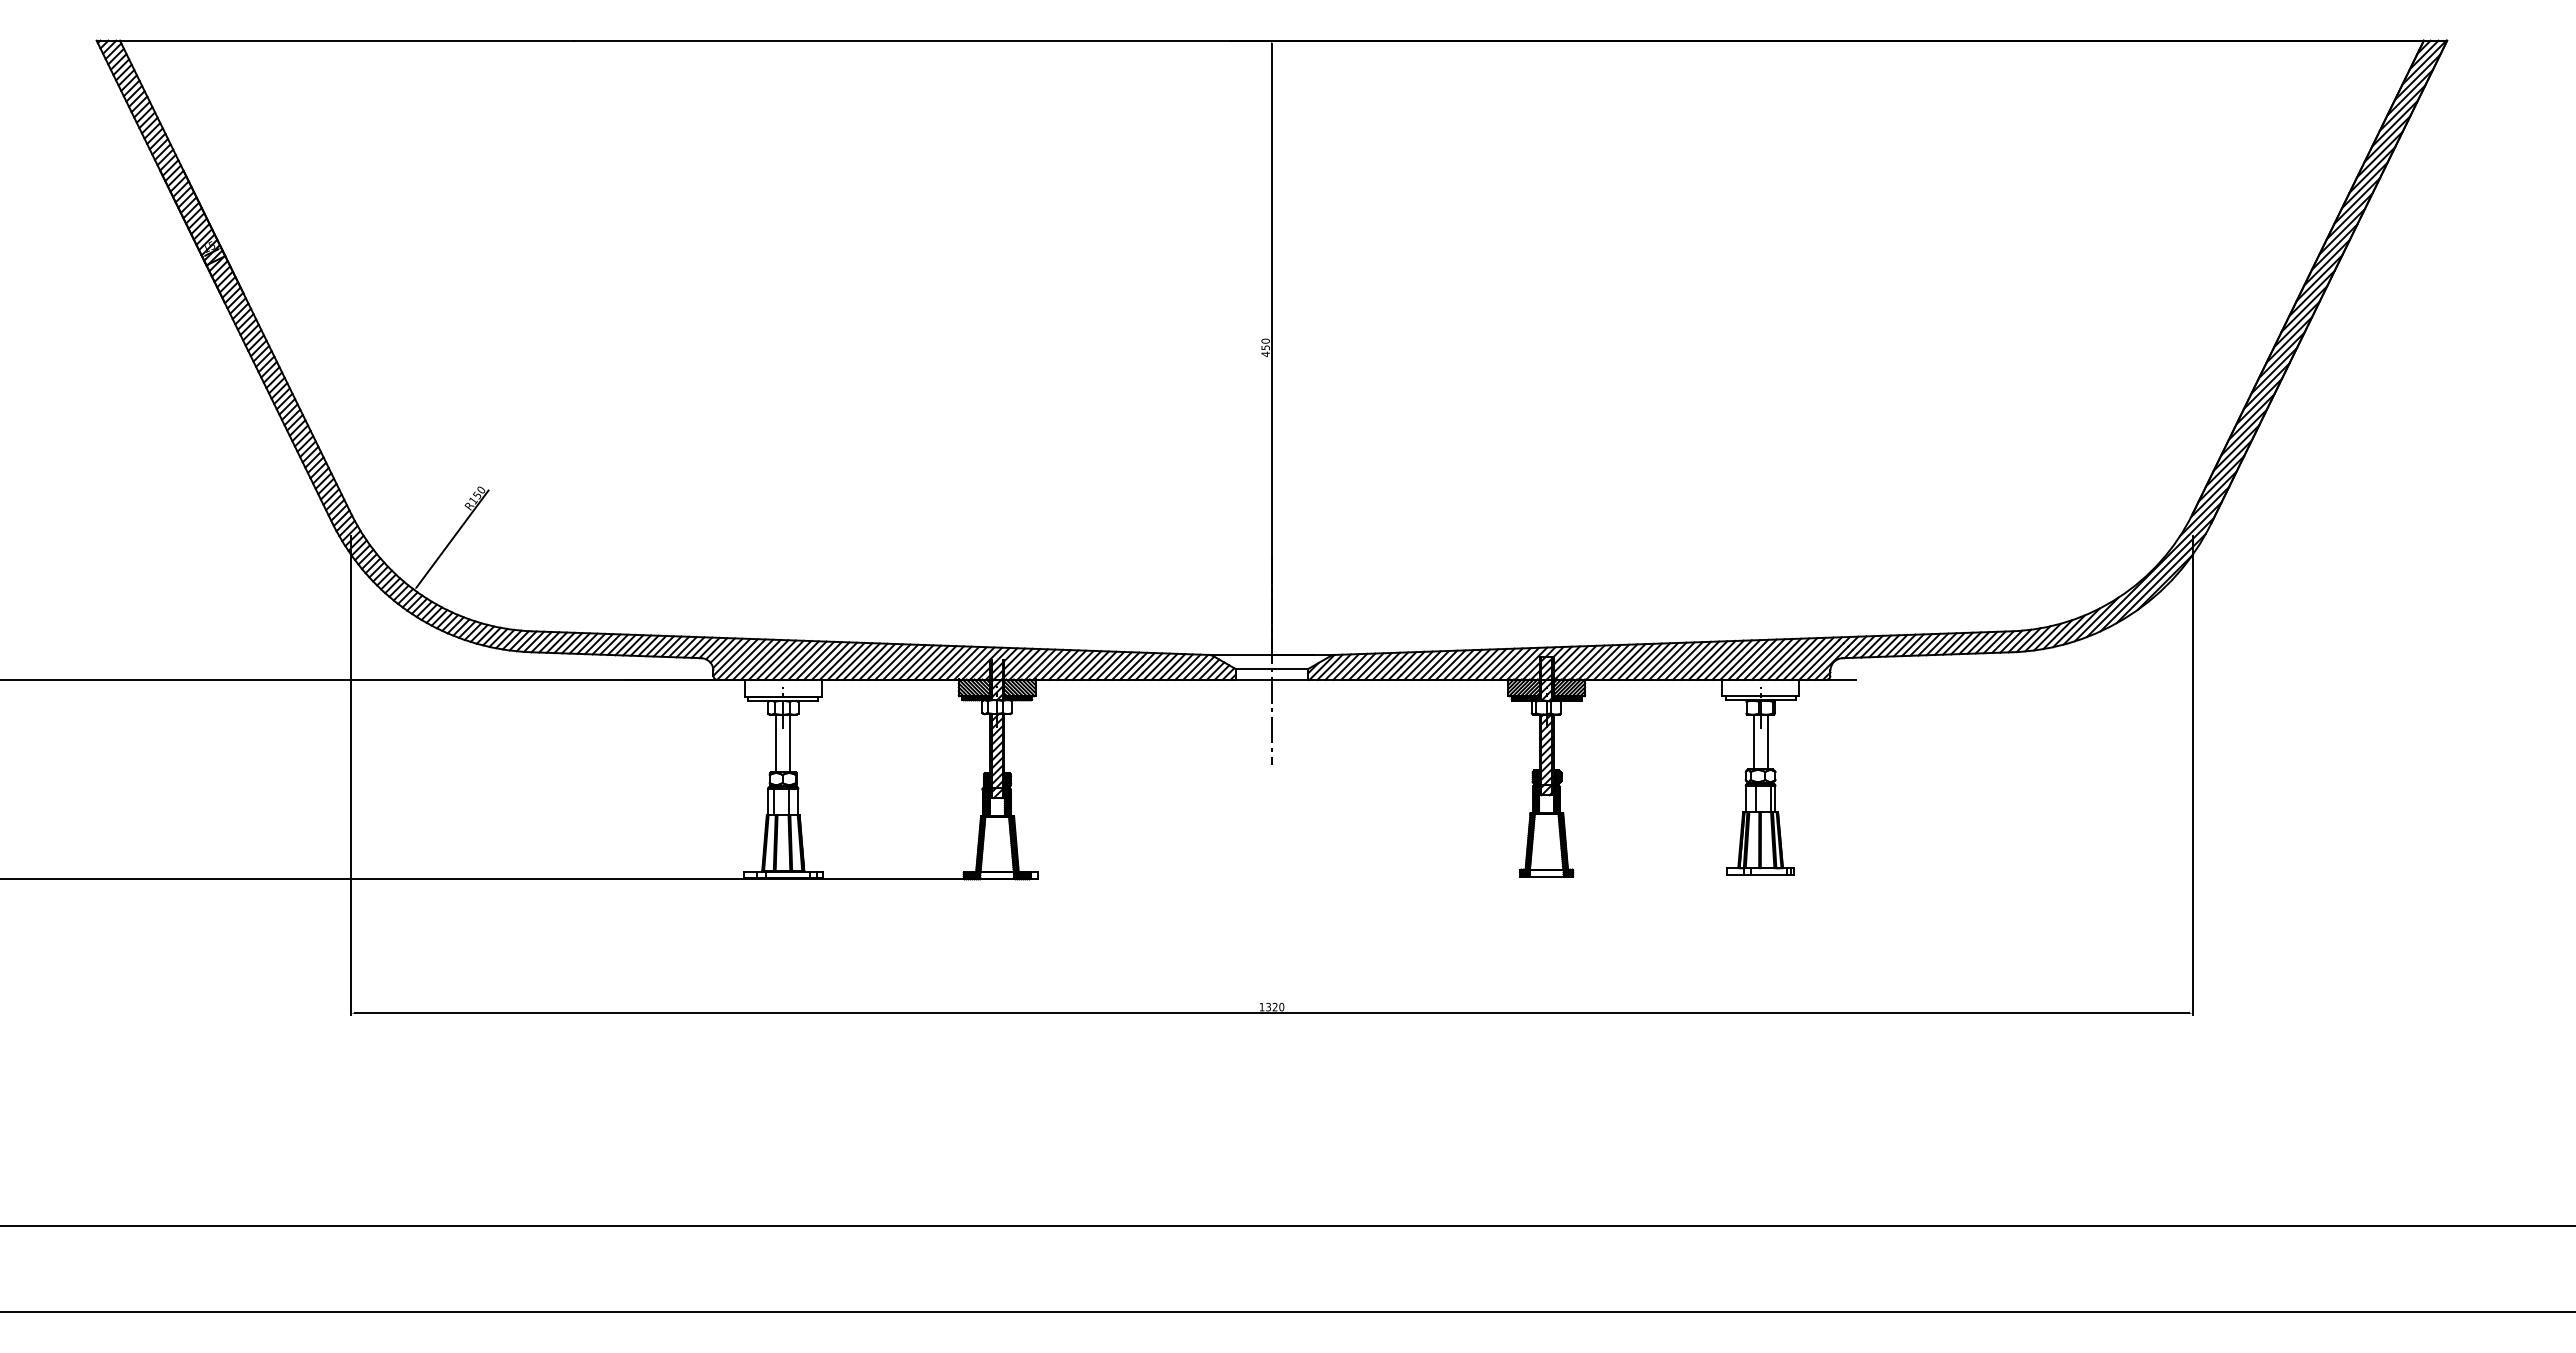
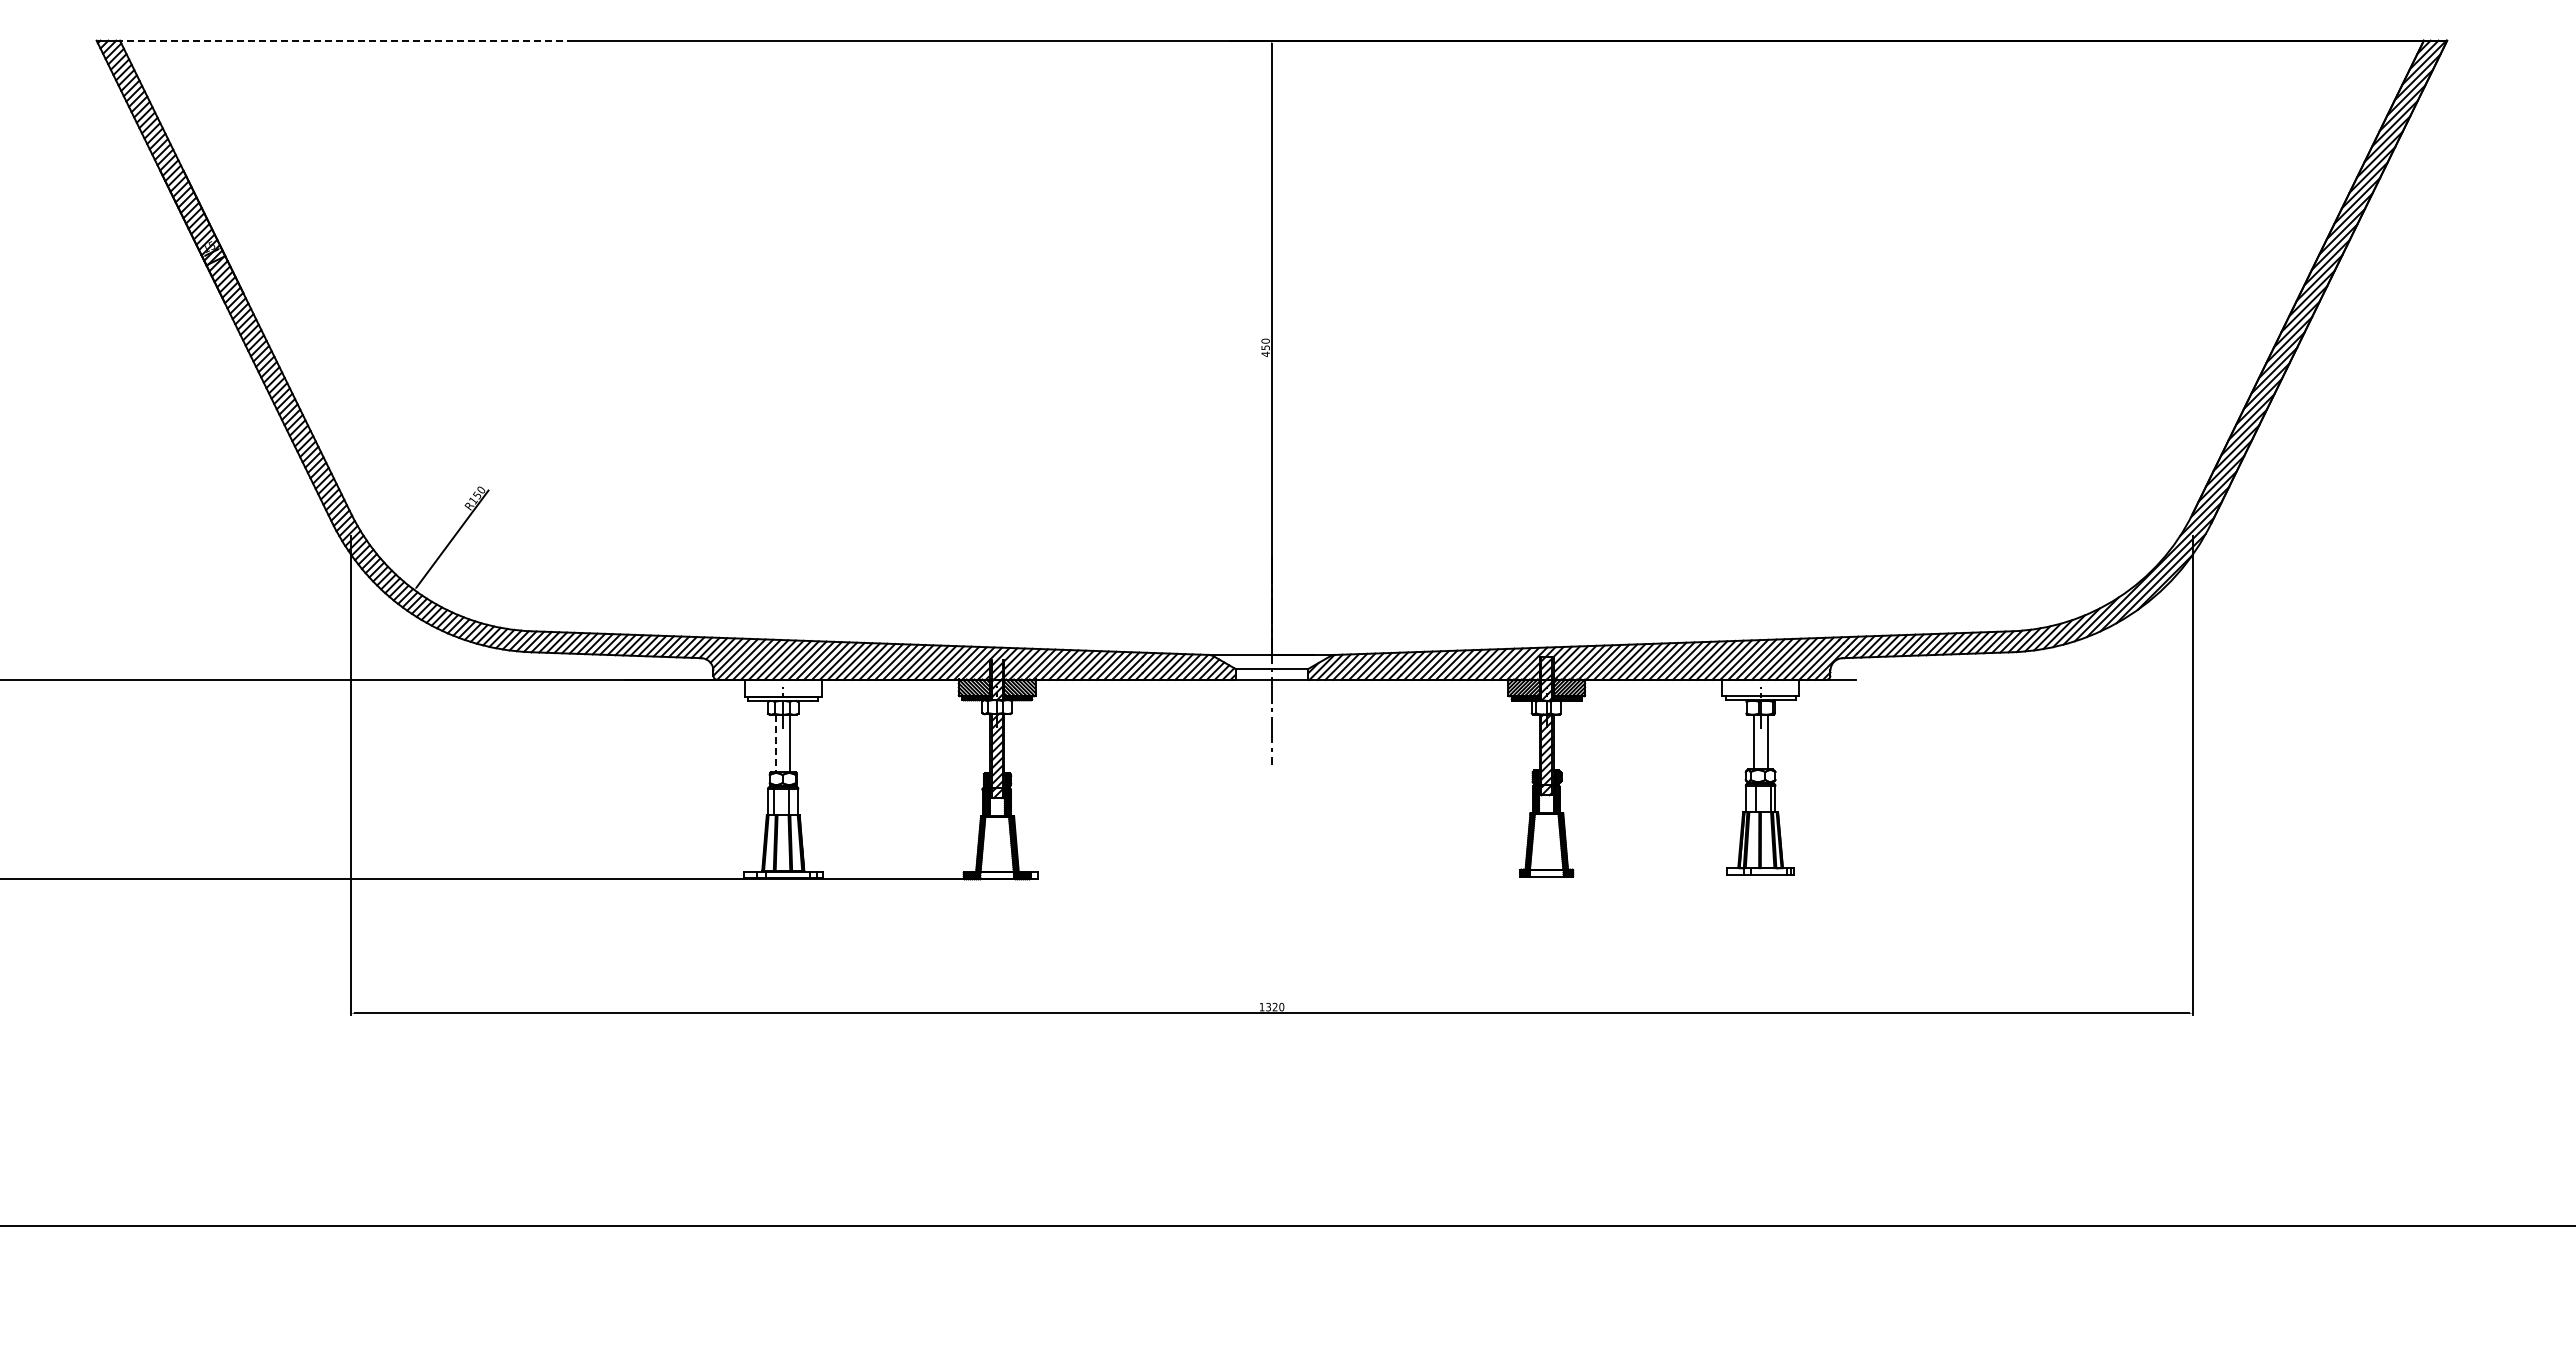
line at (346, 40): solid -> dashed
line at (776, 743): solid -> dashed
line at (1287, 1312): present -> none
